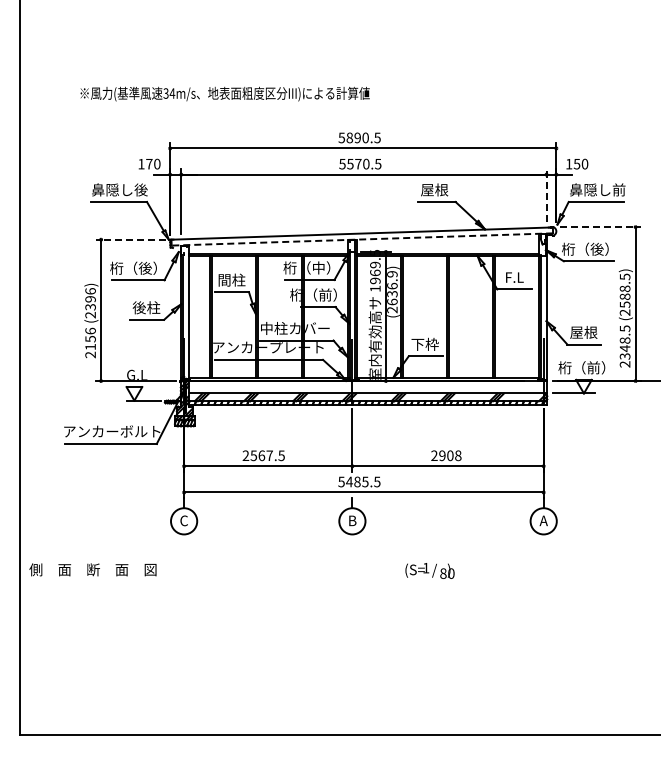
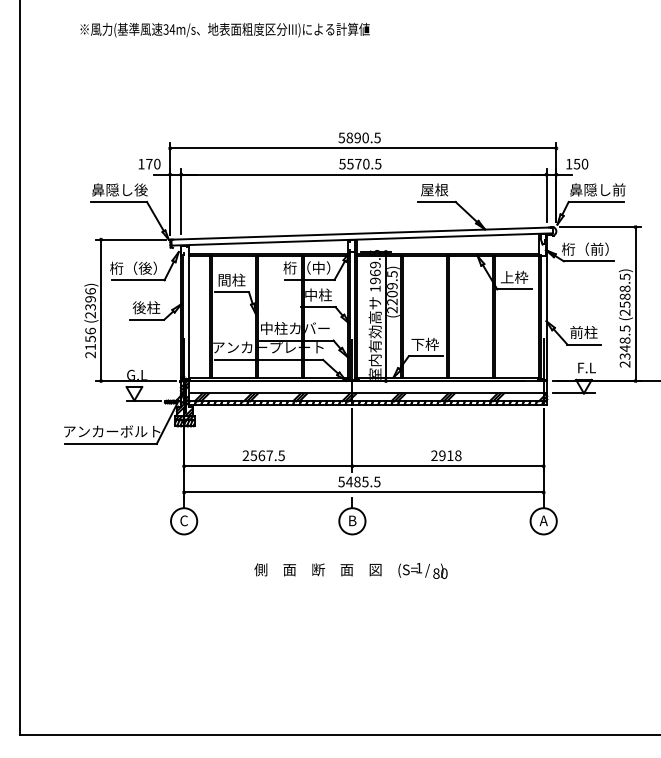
text at (224, 93) position: (224, 93) -> (224, 29)
line at (546, 195): dashed -> solid
line at (601, 227): dashed -> solid
line at (130, 239): dashed -> solid
line at (362, 239): dashed -> solid
text at (596, 248): 桁（後） -> 桁（前）
text at (514, 276): F.L -> 上枠
text at (392, 288): (2636.9) -> (2209.5)
text at (313, 294): 桁（前） -> 中柱
text at (583, 332): 屋根 -> 前柱
text at (581, 367): 桁（前） -> F.L
text at (450, 455): 2908 -> 2918
text at (92, 569) position: (92, 569) -> (317, 569)
text at (429, 570) position: (429, 570) -> (422, 570)
